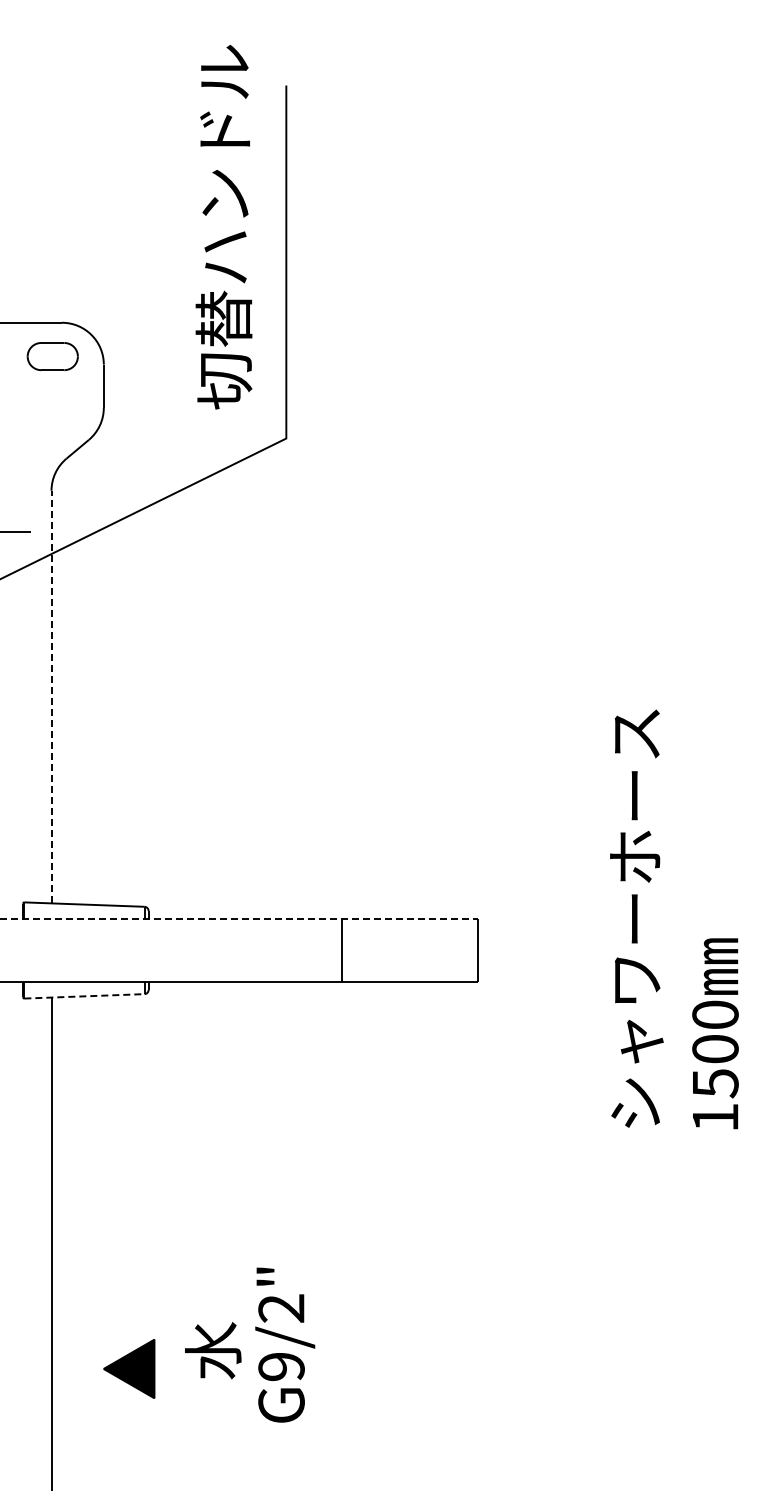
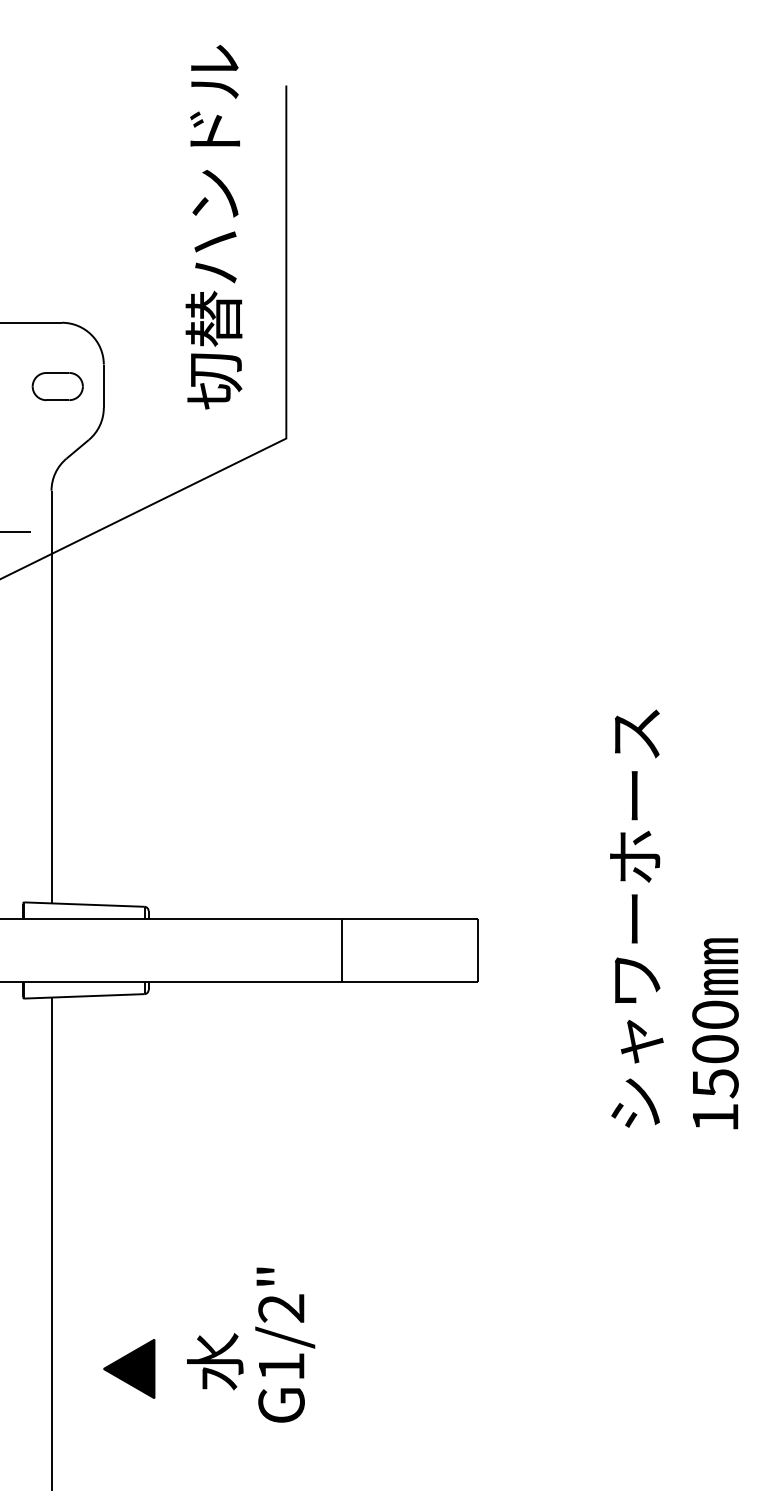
text at (223, 227) position: (223, 227) -> (213, 227)
part at (52, 356) position: (52, 356) -> (57, 386)
line at (51, 696): dashed -> solid
line at (239, 919): dashed -> solid
line at (84, 996): dashed -> solid
text at (213, 1350) position: (213, 1350) -> (215, 1361)
text at (281, 1367): G9/2" -> G1/2"
